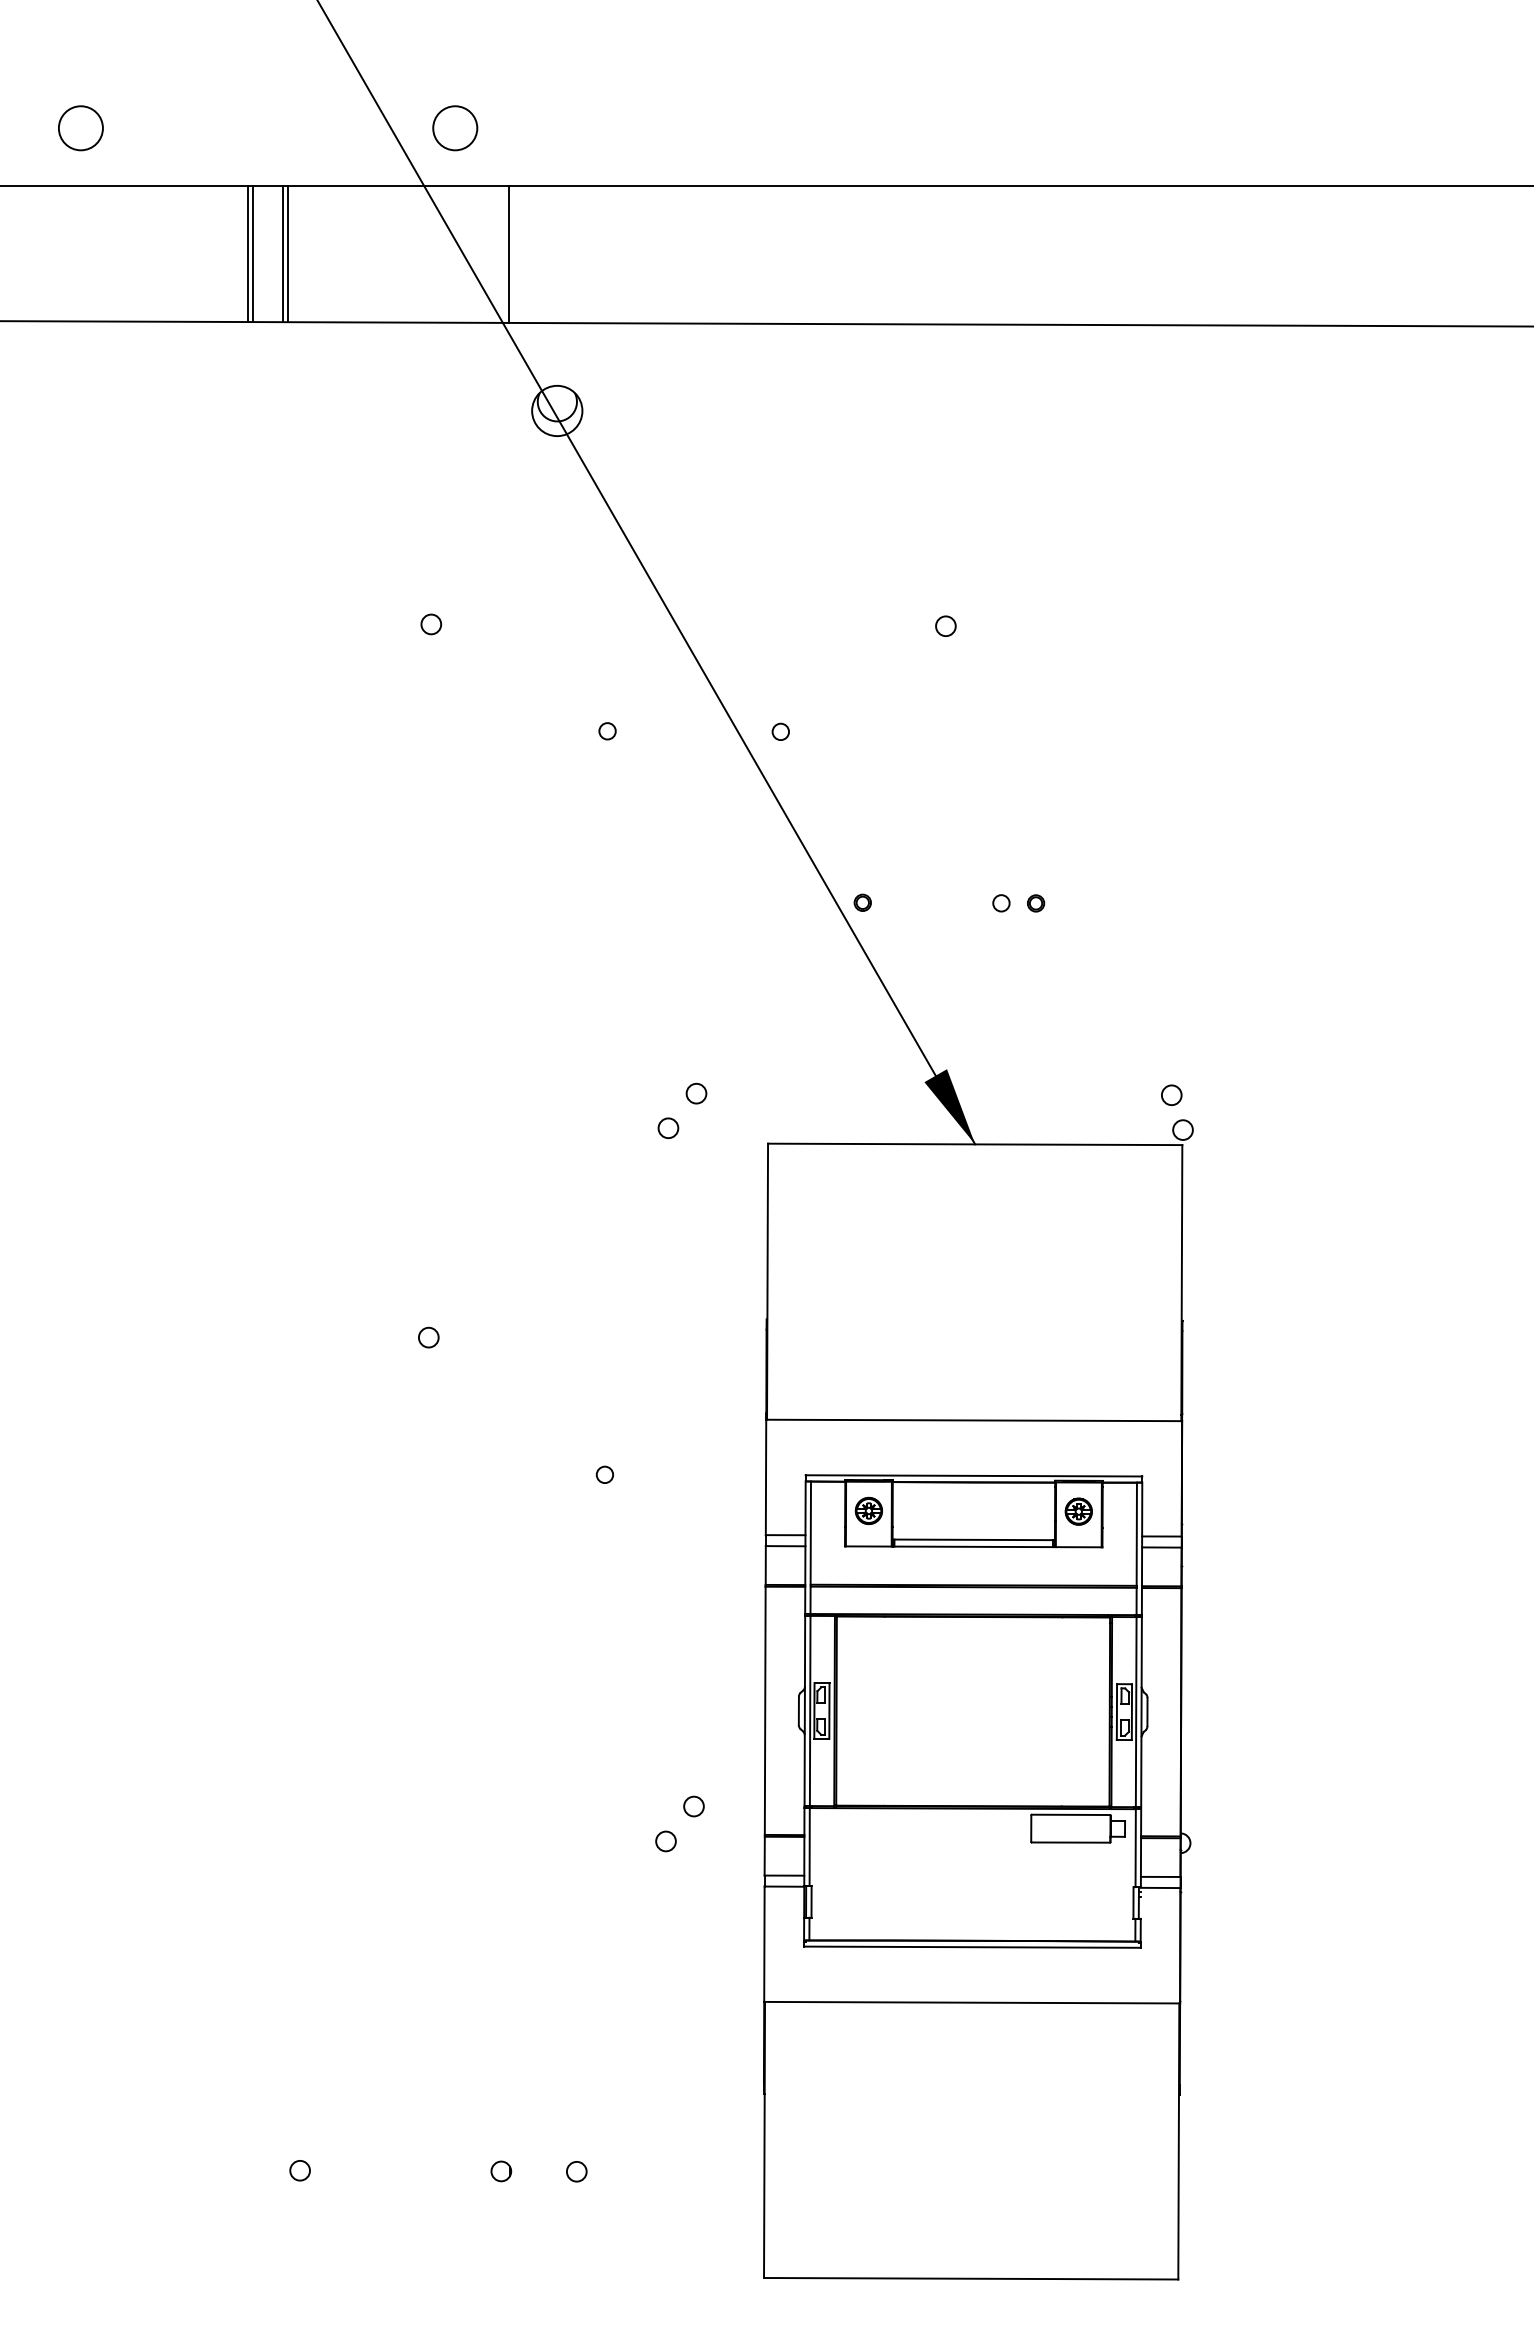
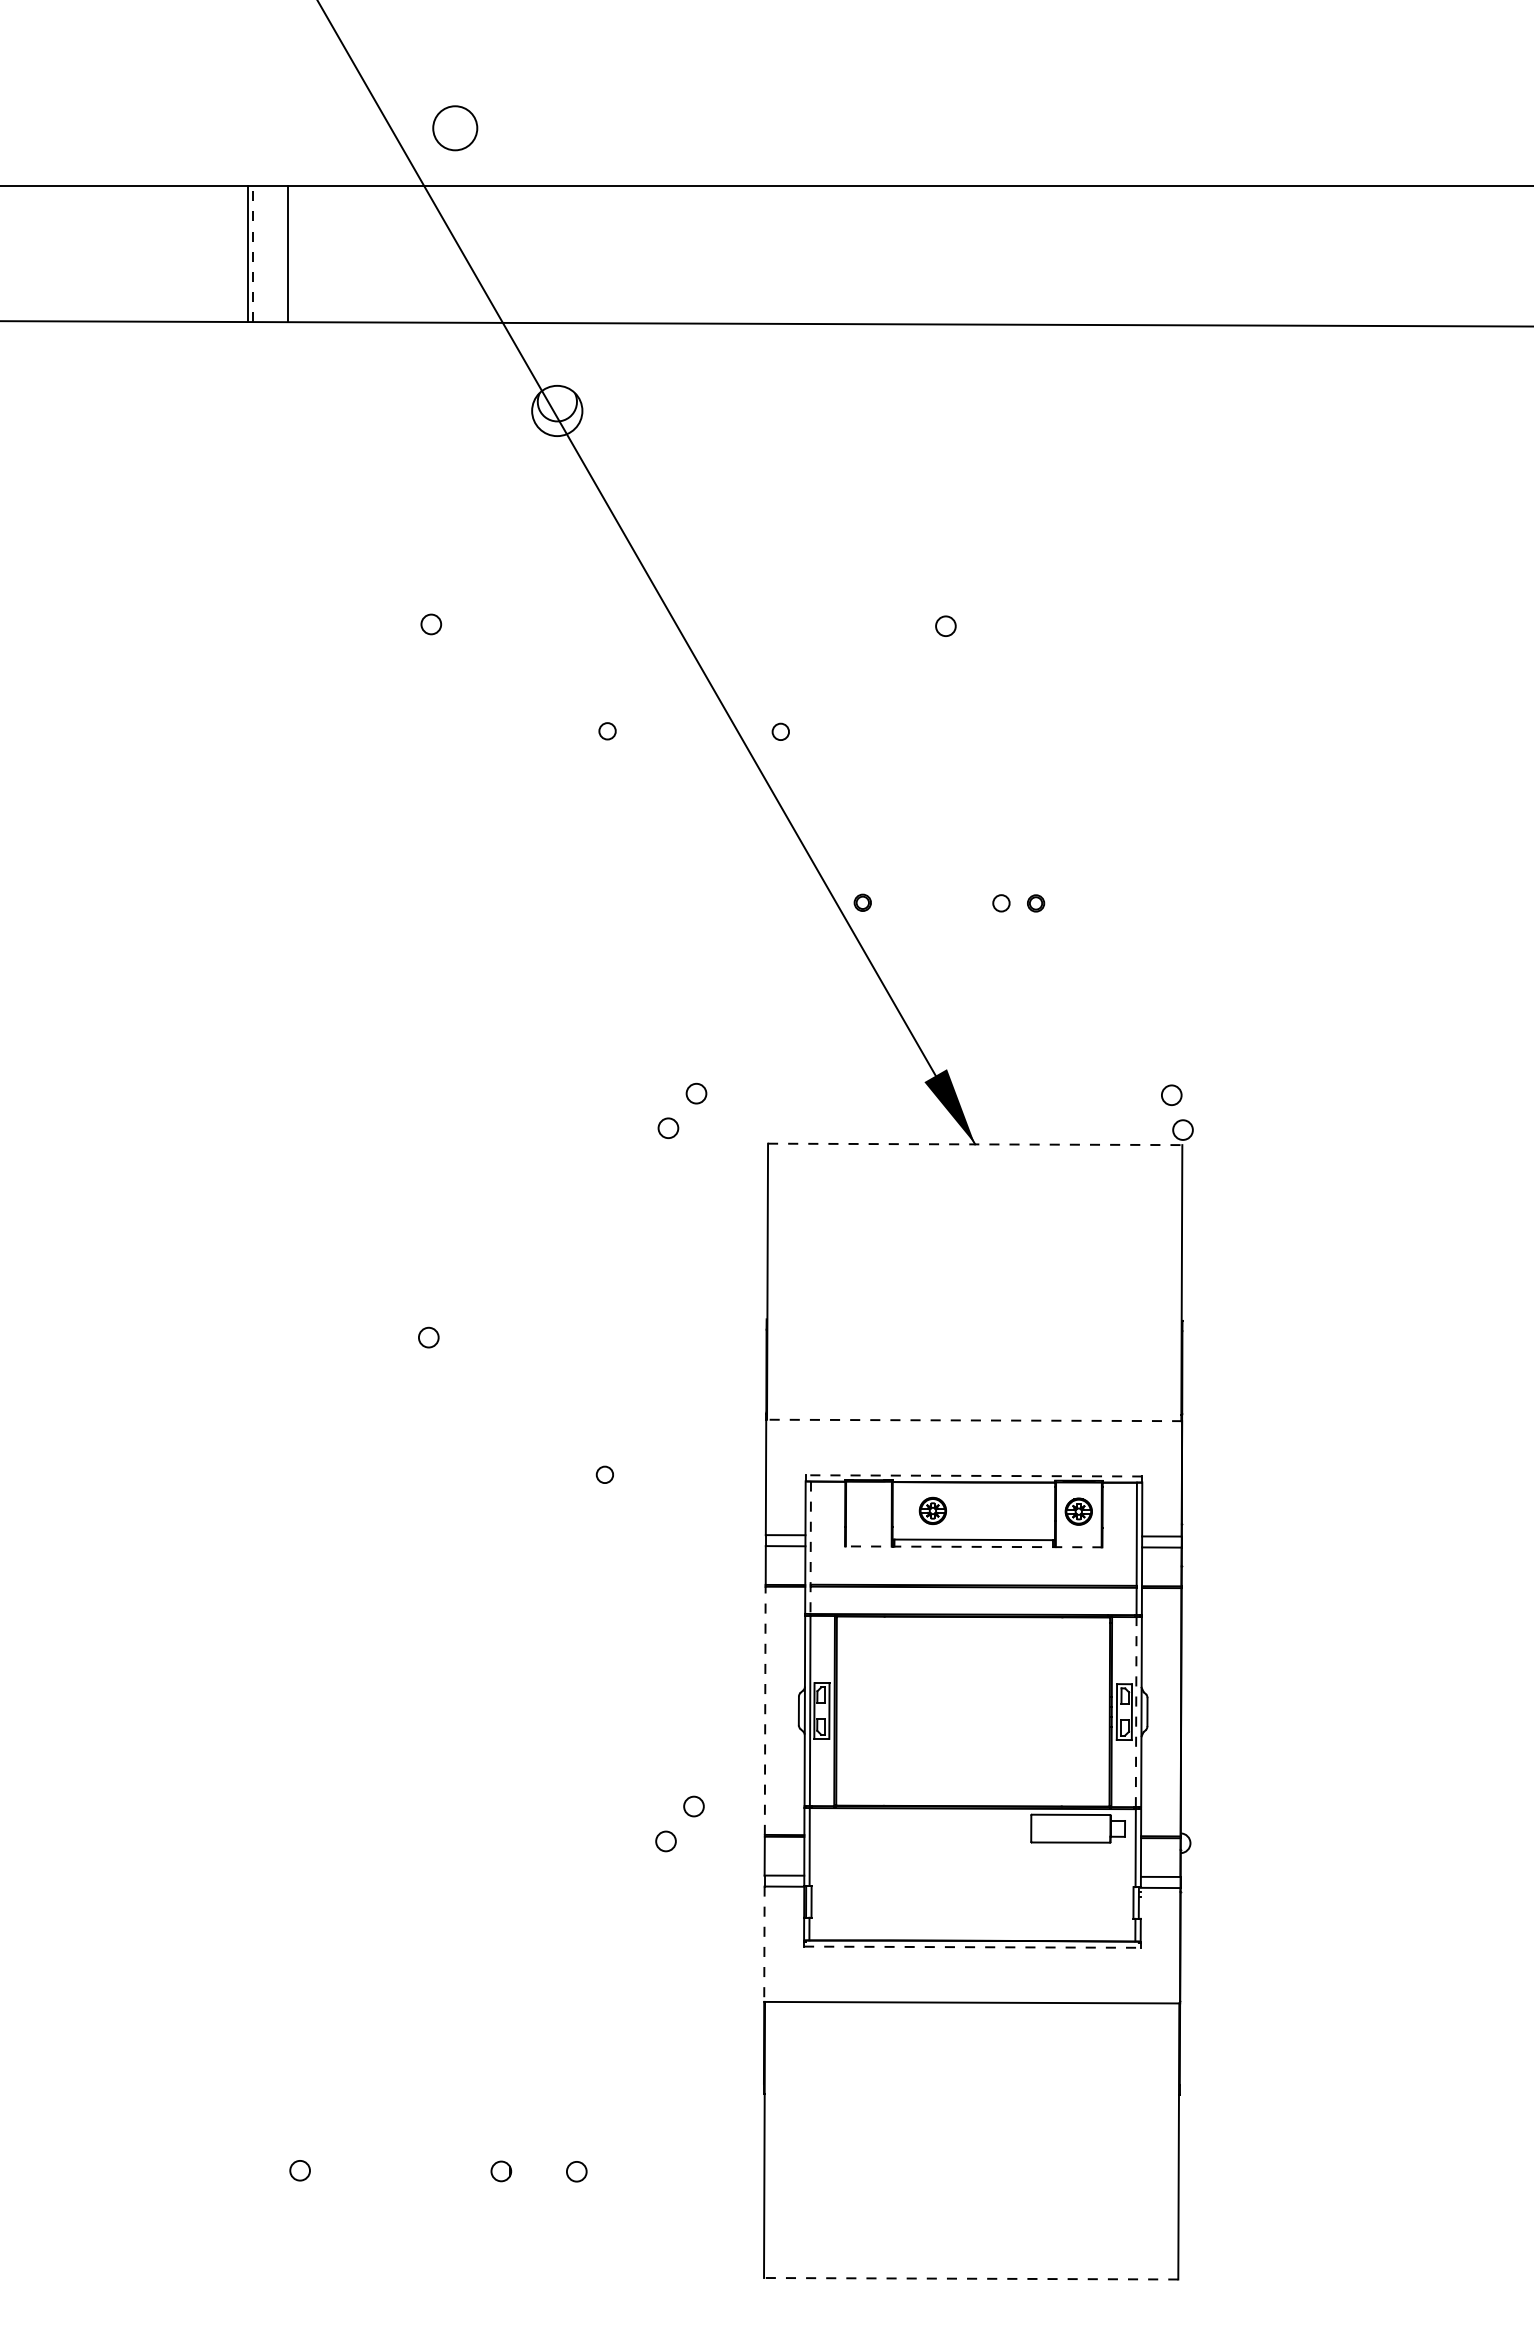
circle at (80, 128): present -> none
line at (252, 254): solid -> dashed
line at (283, 254): present -> none
line at (508, 254): present -> none
line at (975, 1144): solid -> dashed
line at (974, 1420): solid -> dashed
line at (973, 1475): solid -> dashed
part at (868, 1510) position: (868, 1510) -> (932, 1510)
line at (973, 1546): solid -> dashed
line at (810, 1548): solid -> dashed
line at (765, 1710): solid -> dashed
line at (1136, 1711): solid -> dashed
line at (764, 1944): solid -> dashed
line at (972, 1947): solid -> dashed
line at (970, 2278): solid -> dashed
